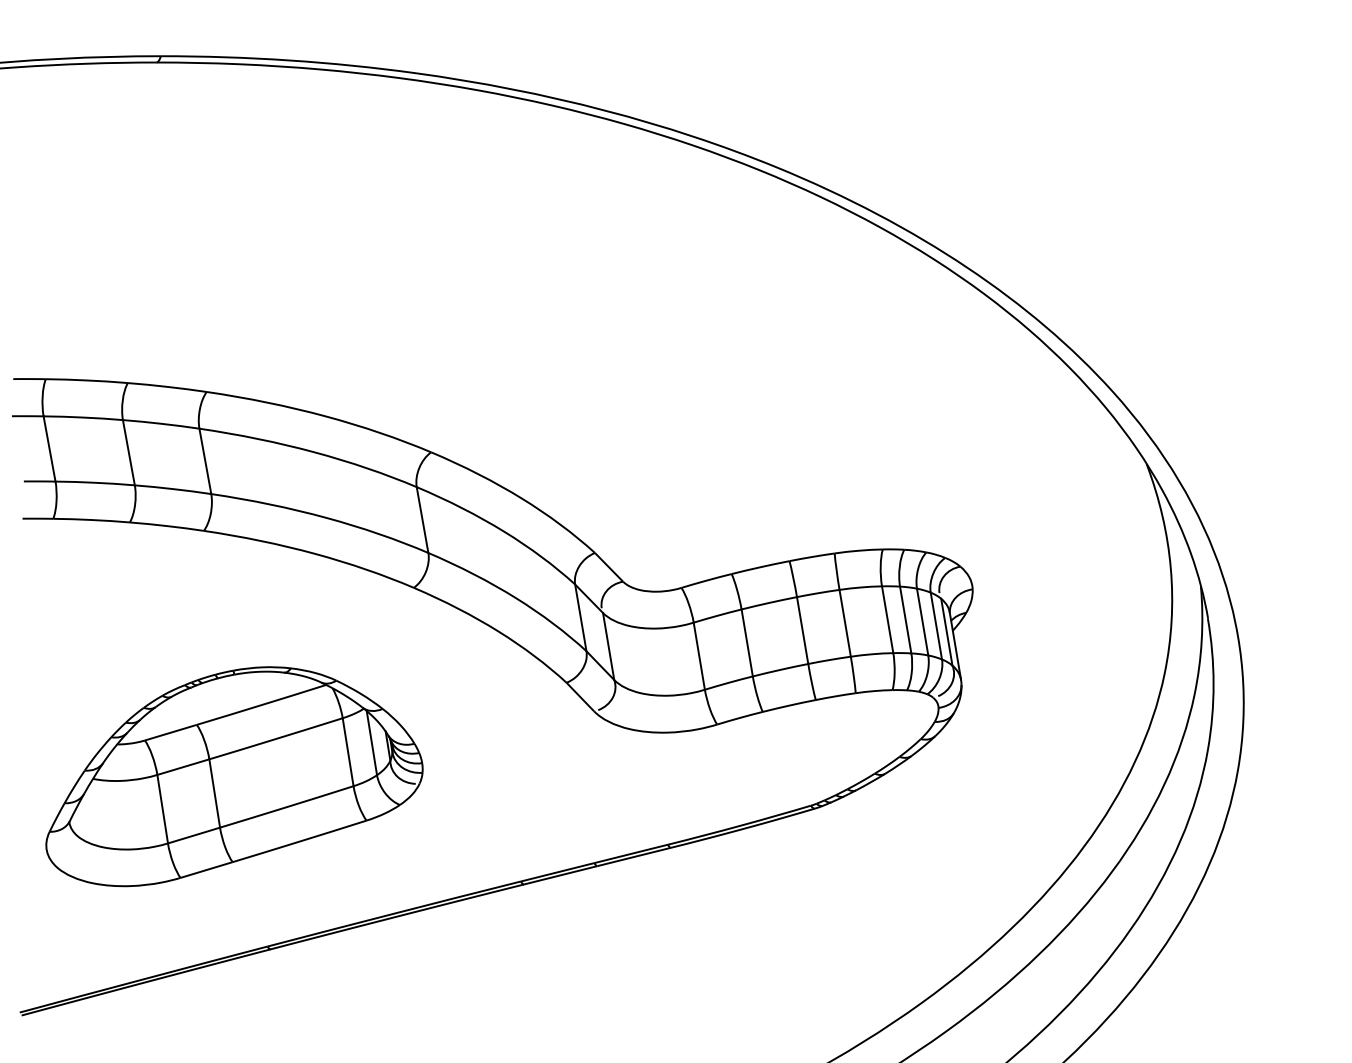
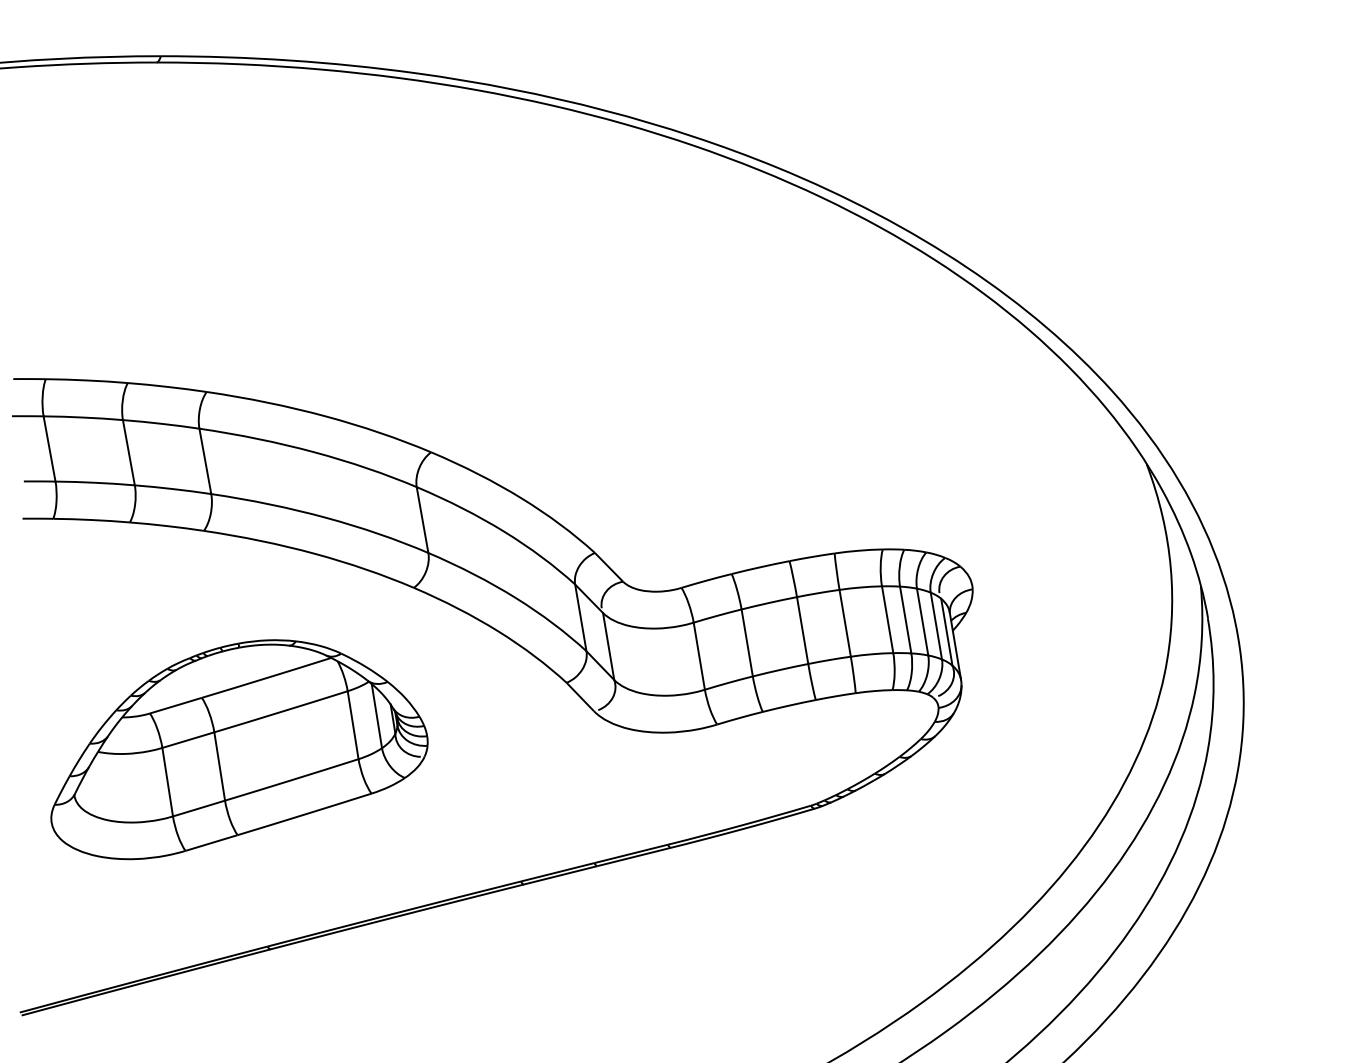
part at (234, 776) position: (234, 776) -> (239, 749)
